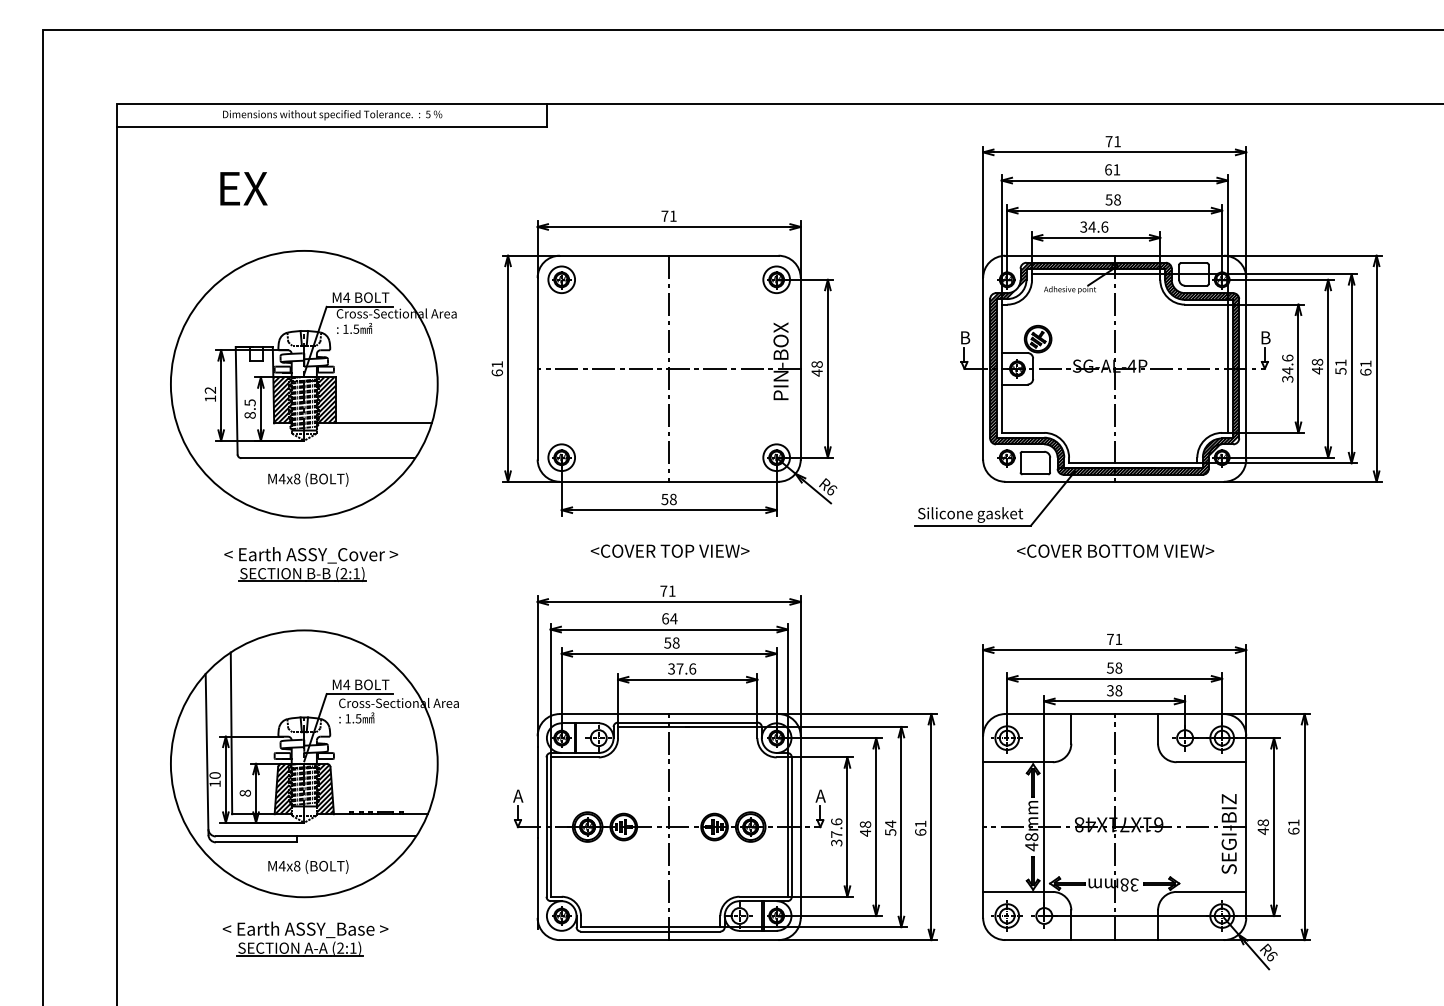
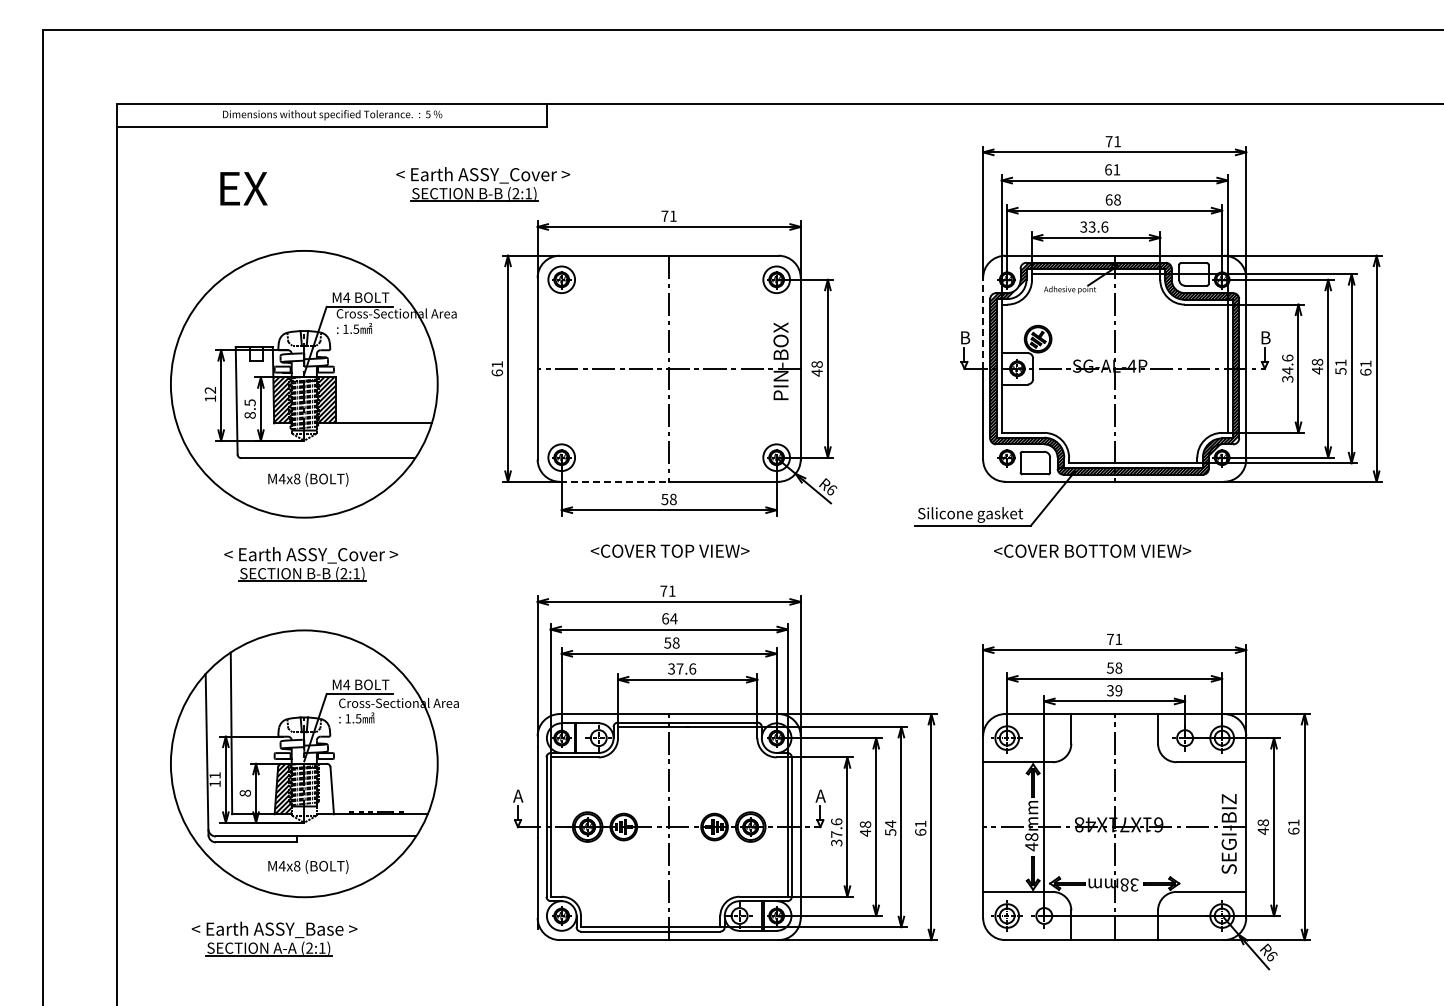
part at (483, 184): none -> present
text at (1108, 199): 58 -> 68
text at (1091, 226): 34.6 -> 33.6
line at (983, 322): solid -> dashed
line at (614, 481): solid -> dashed
text at (1115, 550) position: (1115, 550) -> (1092, 550)
text at (1118, 690): 38 -> 39
text at (214, 775): 10 -> 11
hatch at (324, 788): present -> none
part at (305, 938) position: (305, 938) -> (274, 938)
